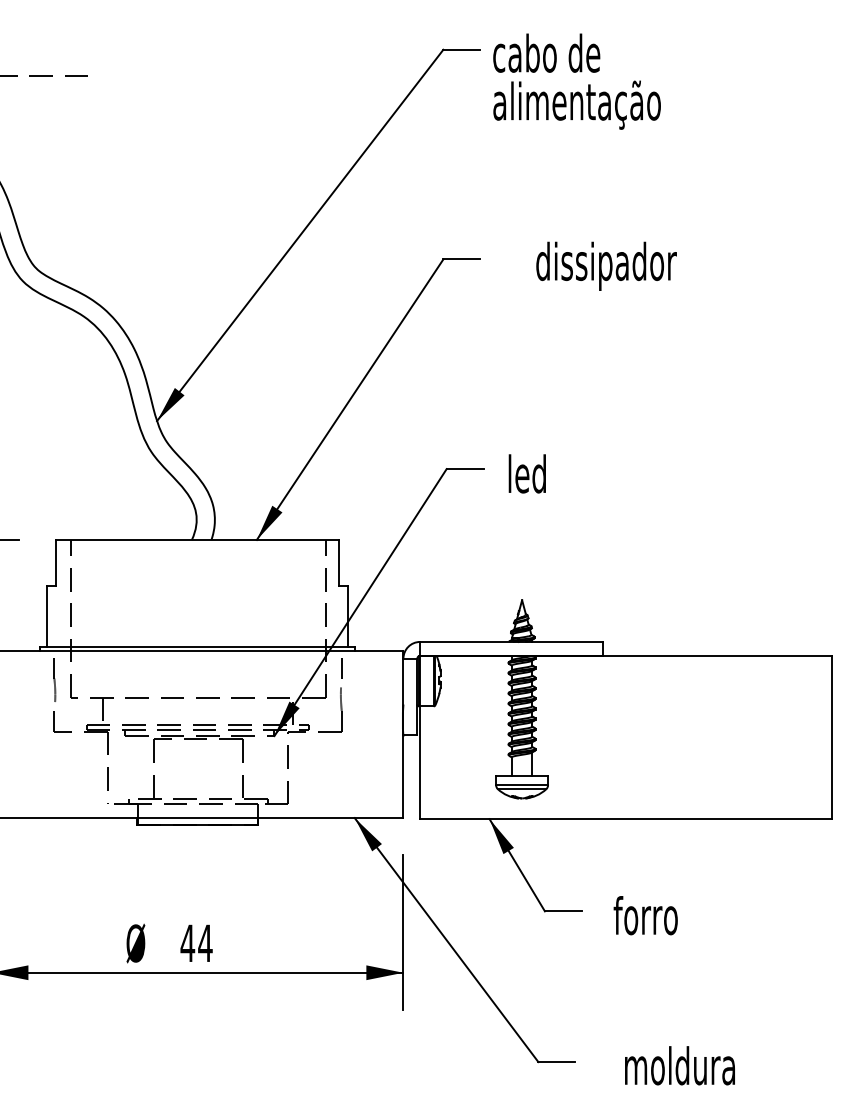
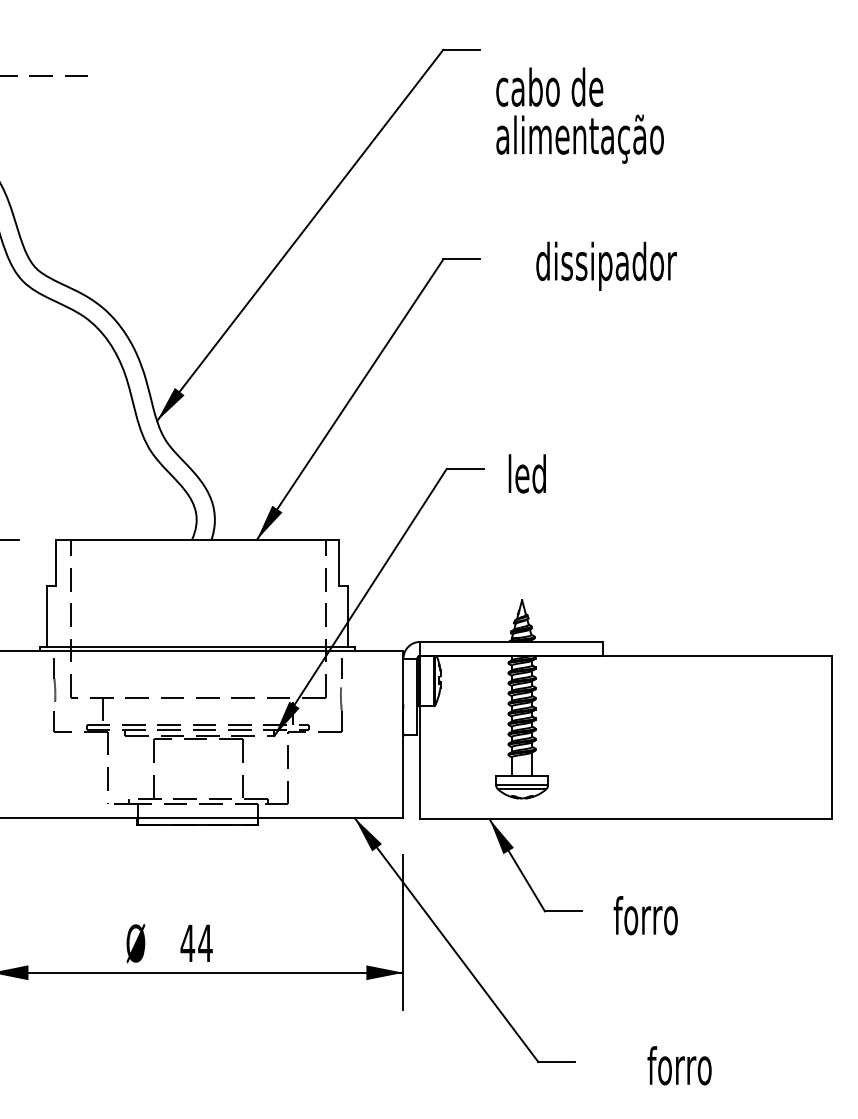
text at (576, 81) position: (576, 81) -> (579, 115)
text at (679, 1065): moldura -> forro
